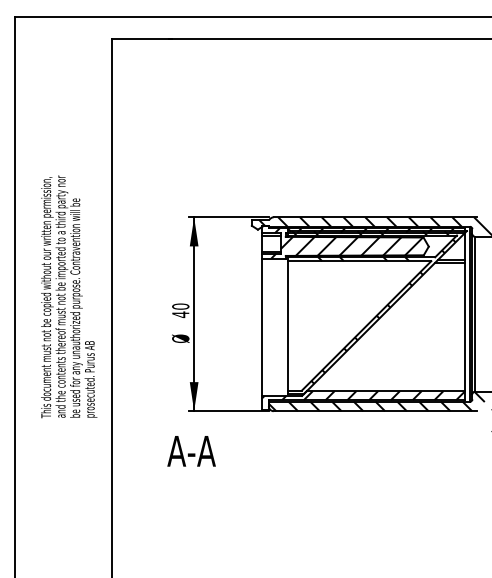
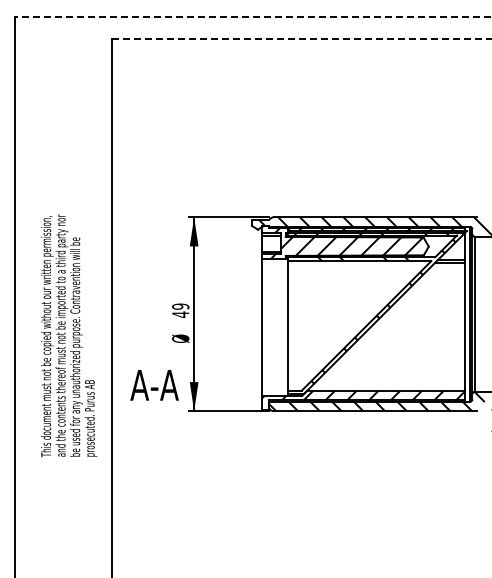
line at (252, 17): solid -> dashed
line at (301, 39): solid -> dashed
text at (69, 296) position: (69, 296) -> (69, 335)
text at (180, 306): 40 -> 49
text at (191, 451) position: (191, 451) -> (154, 385)
